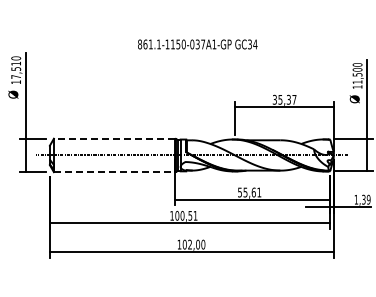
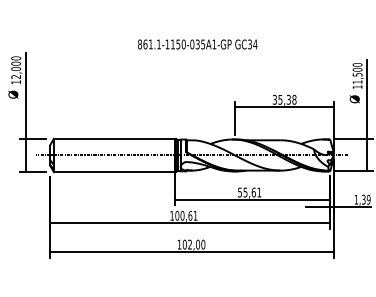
text at (203, 44): 861.1-1150-037A1-GP -> 861.1-1150-035A1-GP
text at (16, 69): 17,510 -> 12,000
text at (294, 99): 35,37 -> 35,38
line at (114, 138): dashed -> solid
line at (114, 172): dashed -> solid
text at (190, 215): 100,51 -> 100,61
